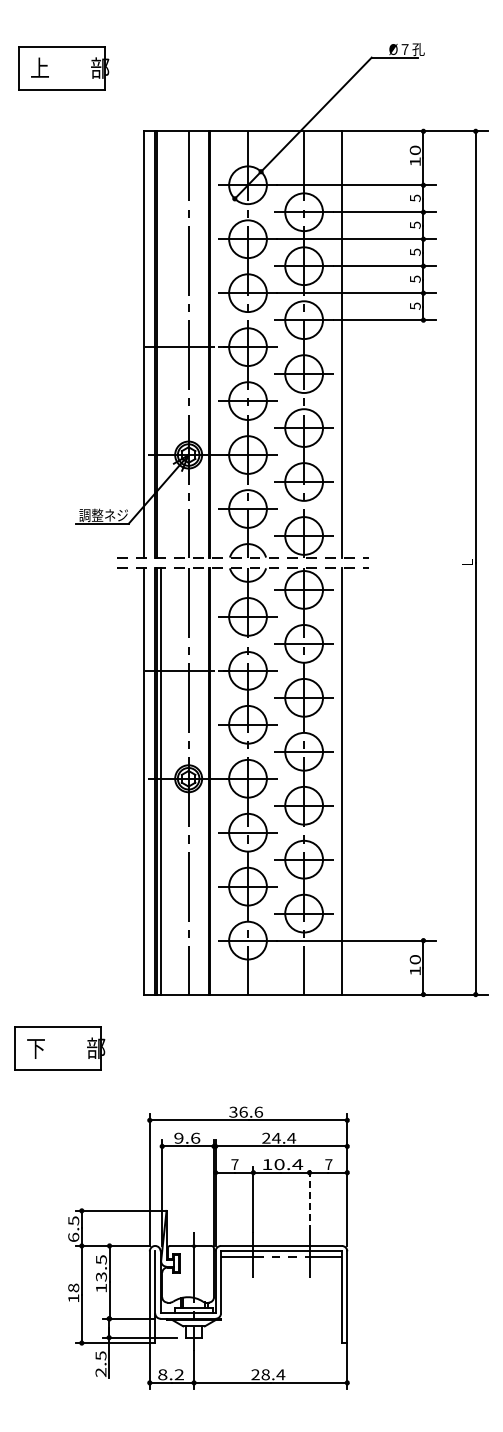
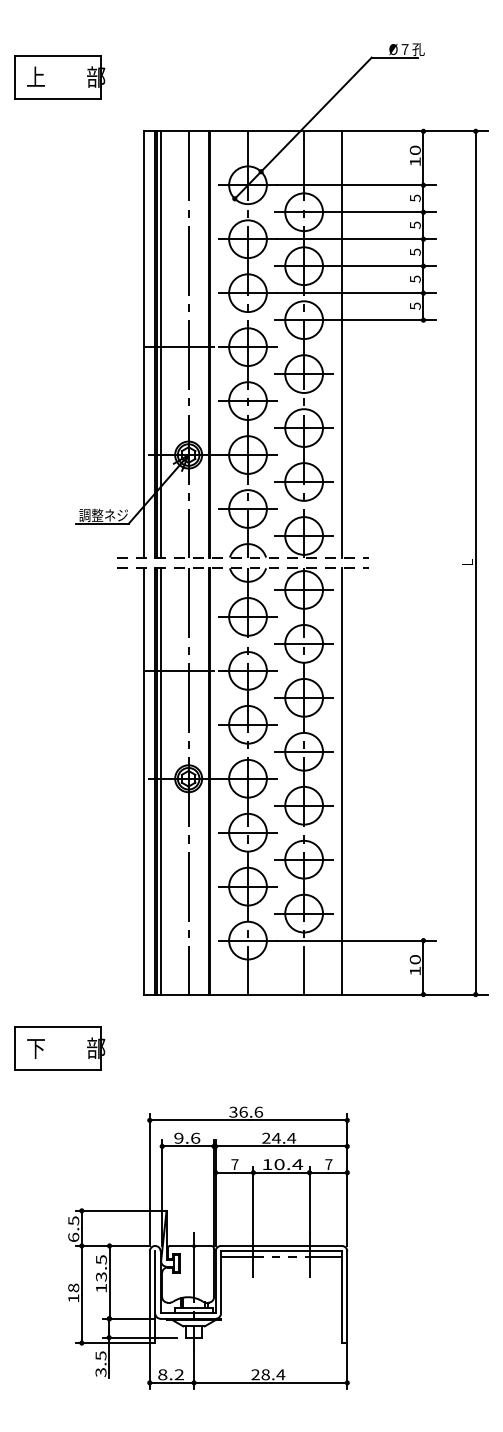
part at (63, 68) position: (63, 68) -> (59, 77)
line at (161, 344): none -> present
line at (309, 1199): dashed -> solid
text at (101, 1372): 2.5 -> 3.5
